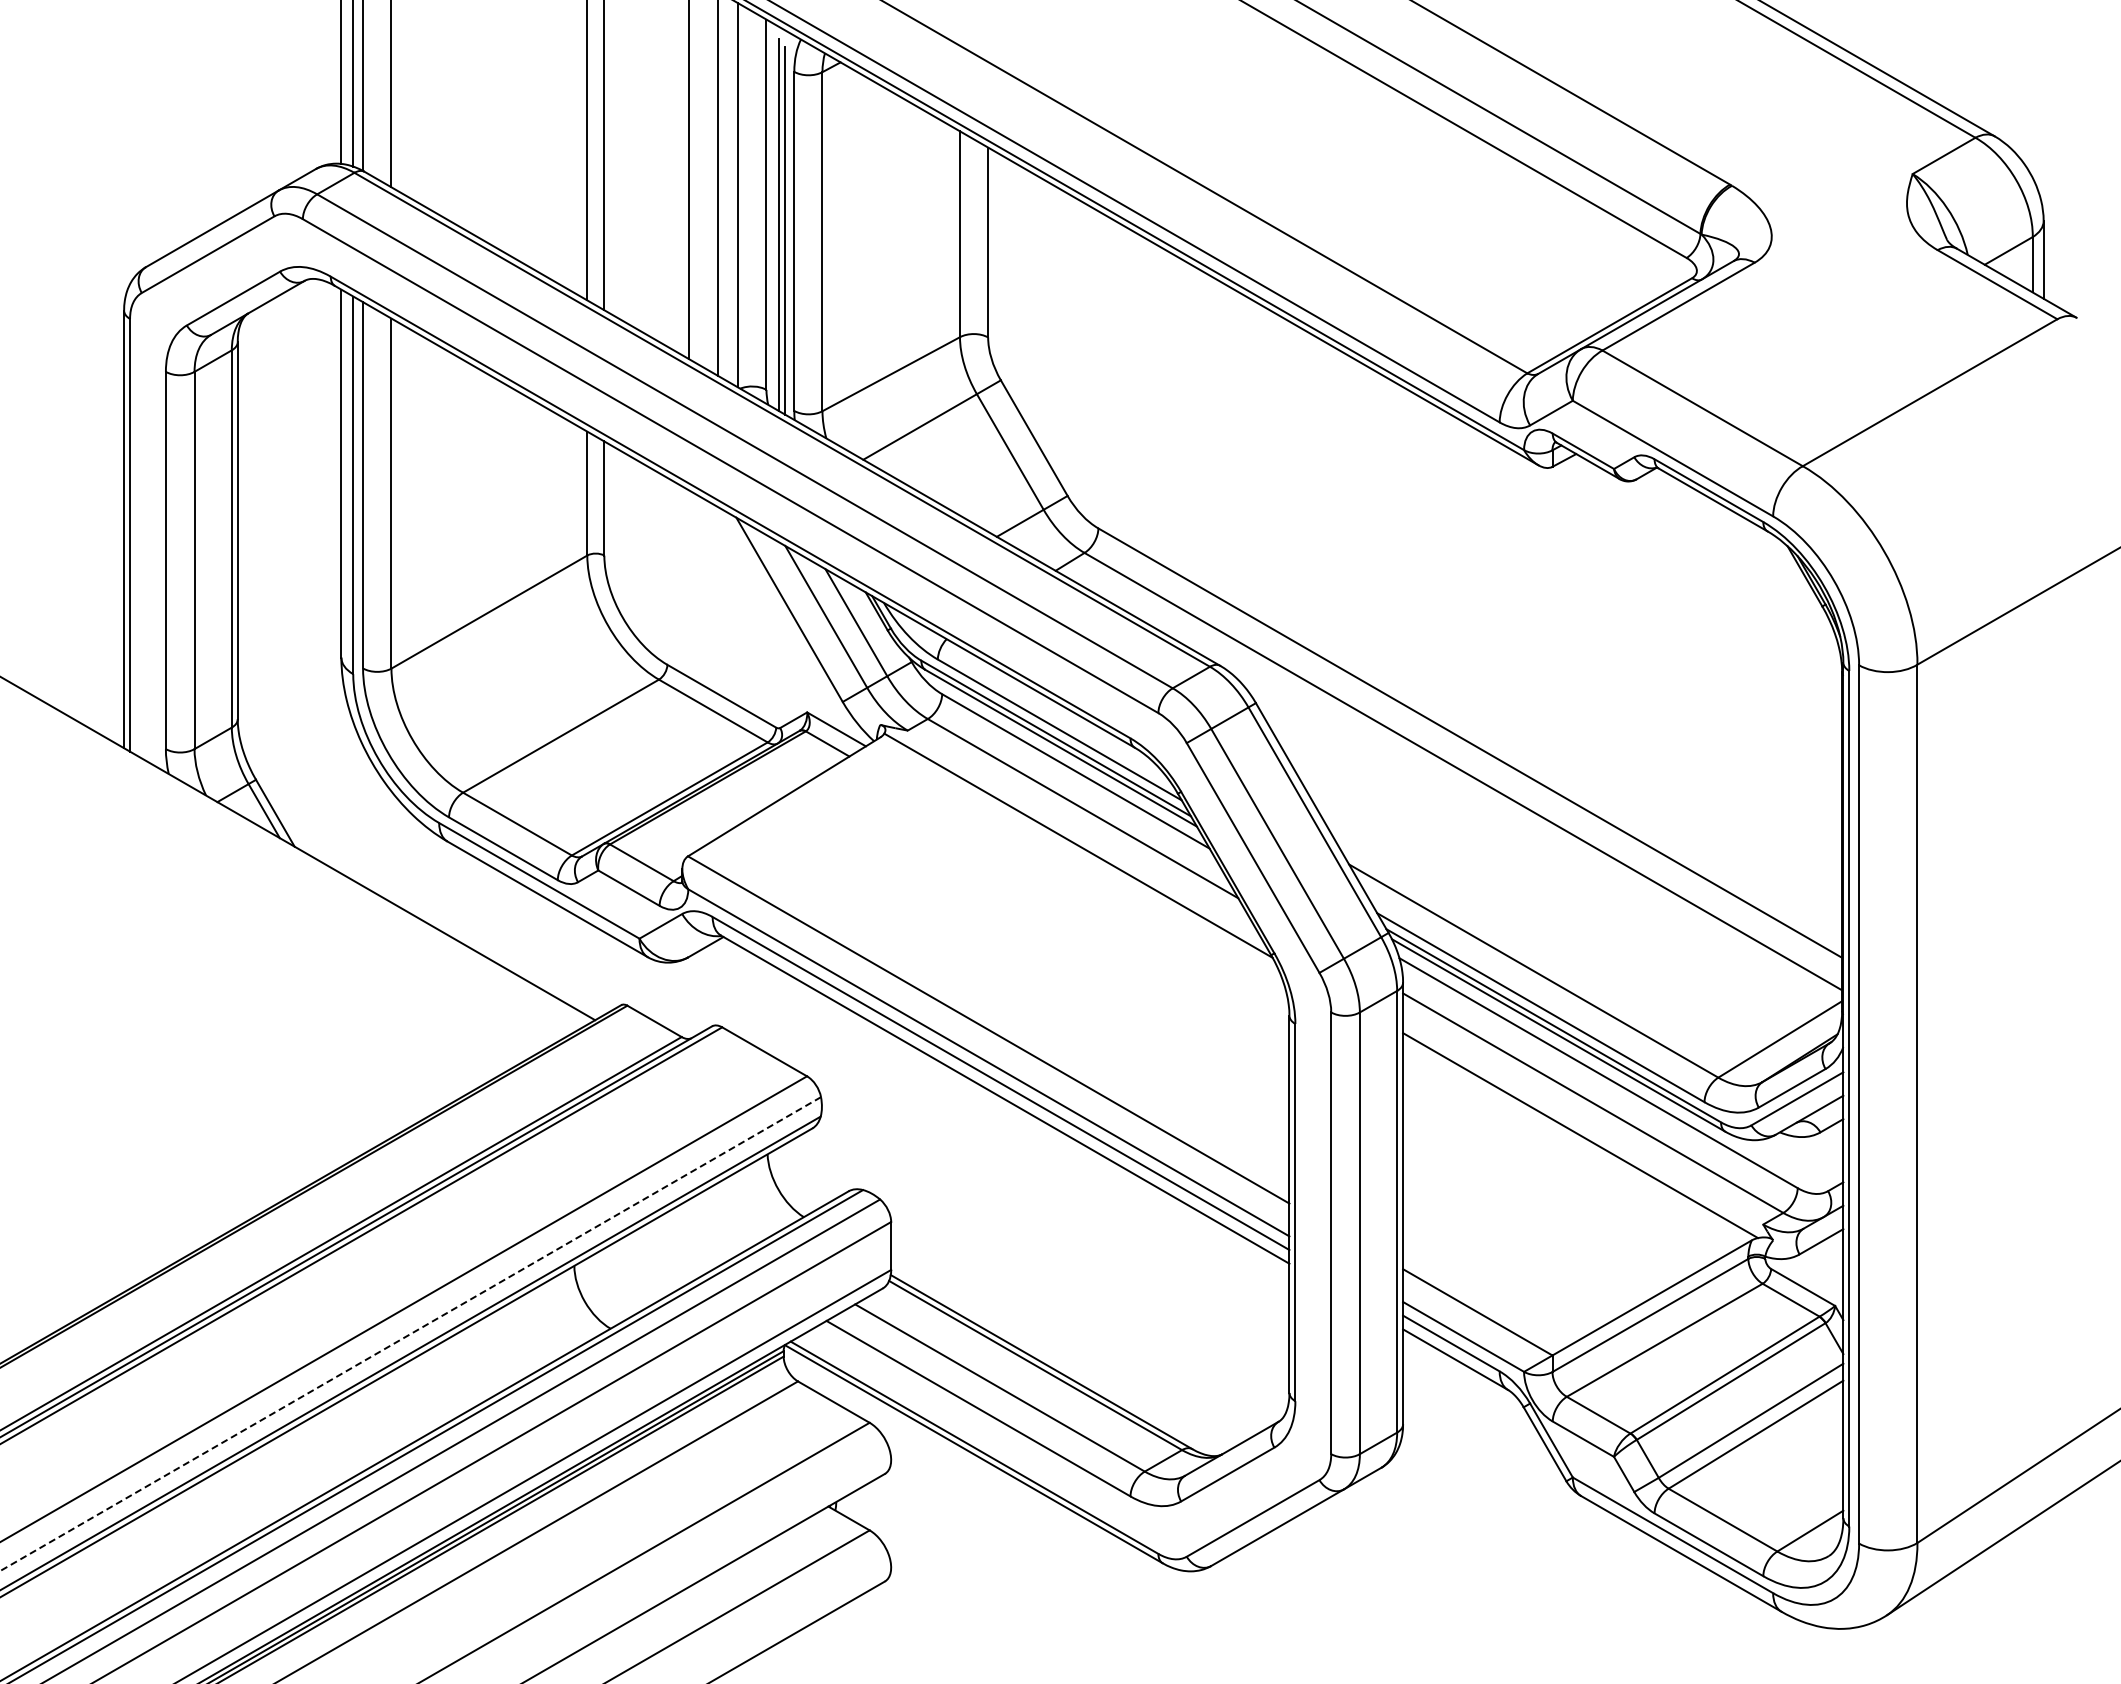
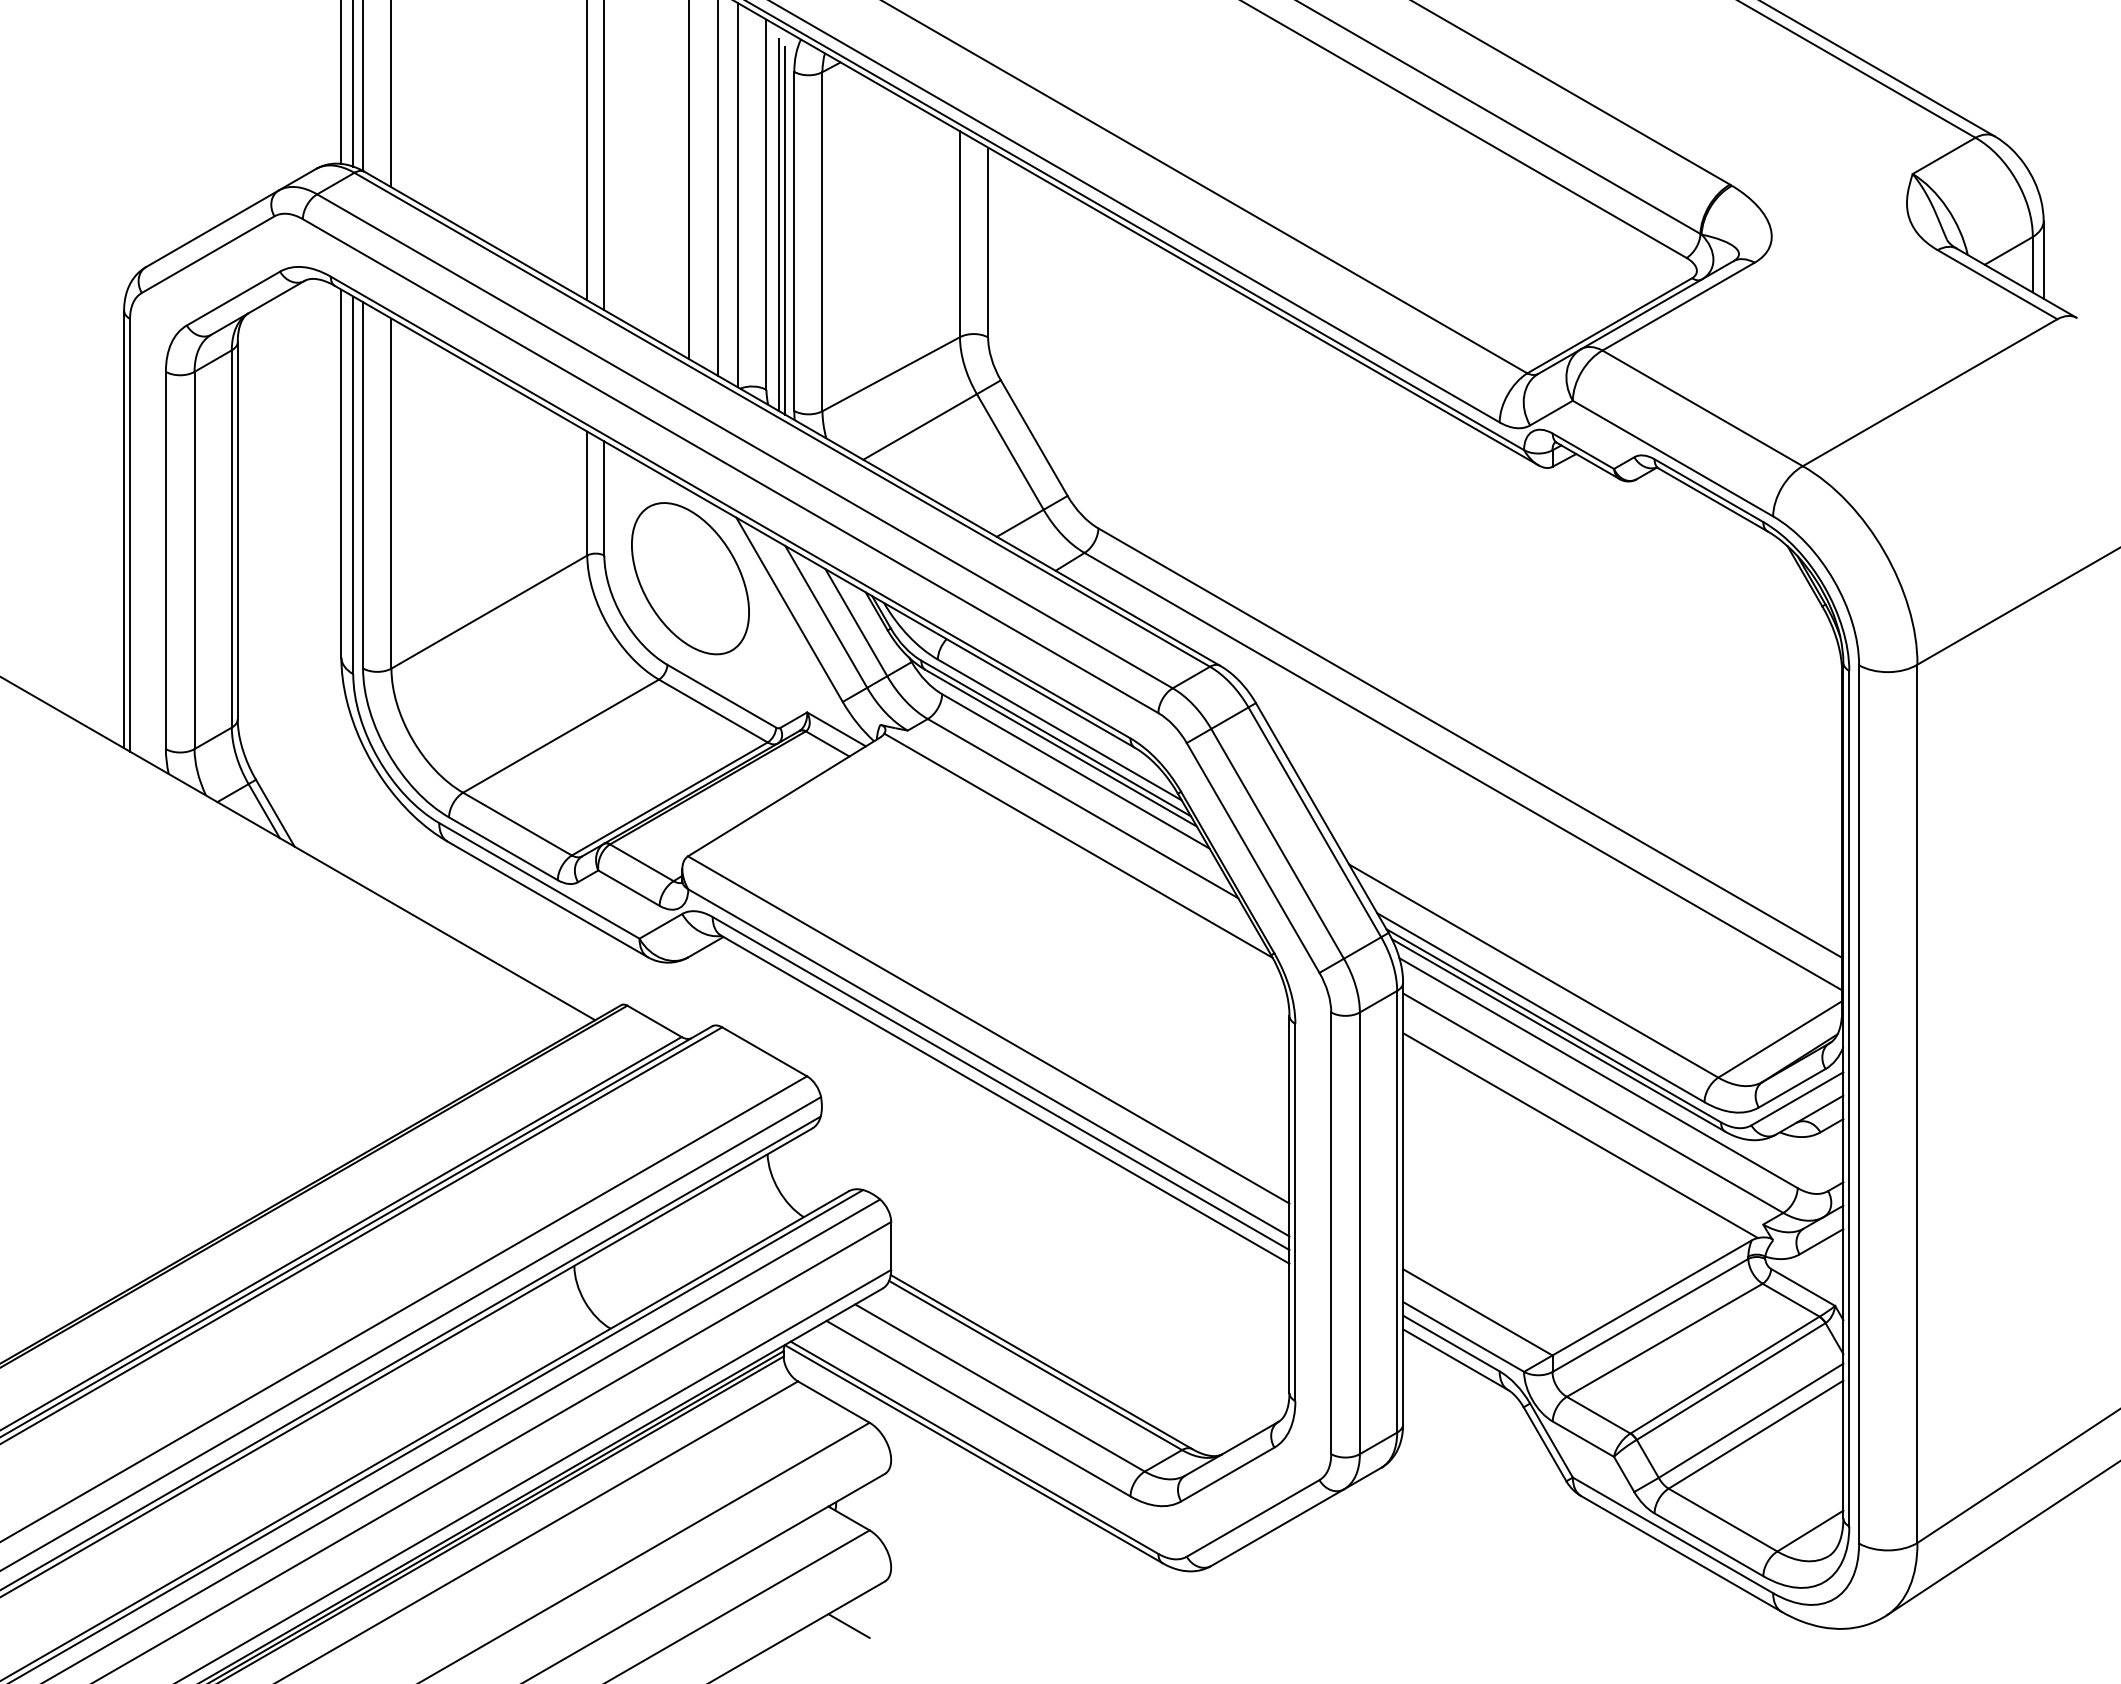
part at (690, 578): none -> present
line at (410, 1334): dashed -> solid
line at (848, 1625): none -> present
